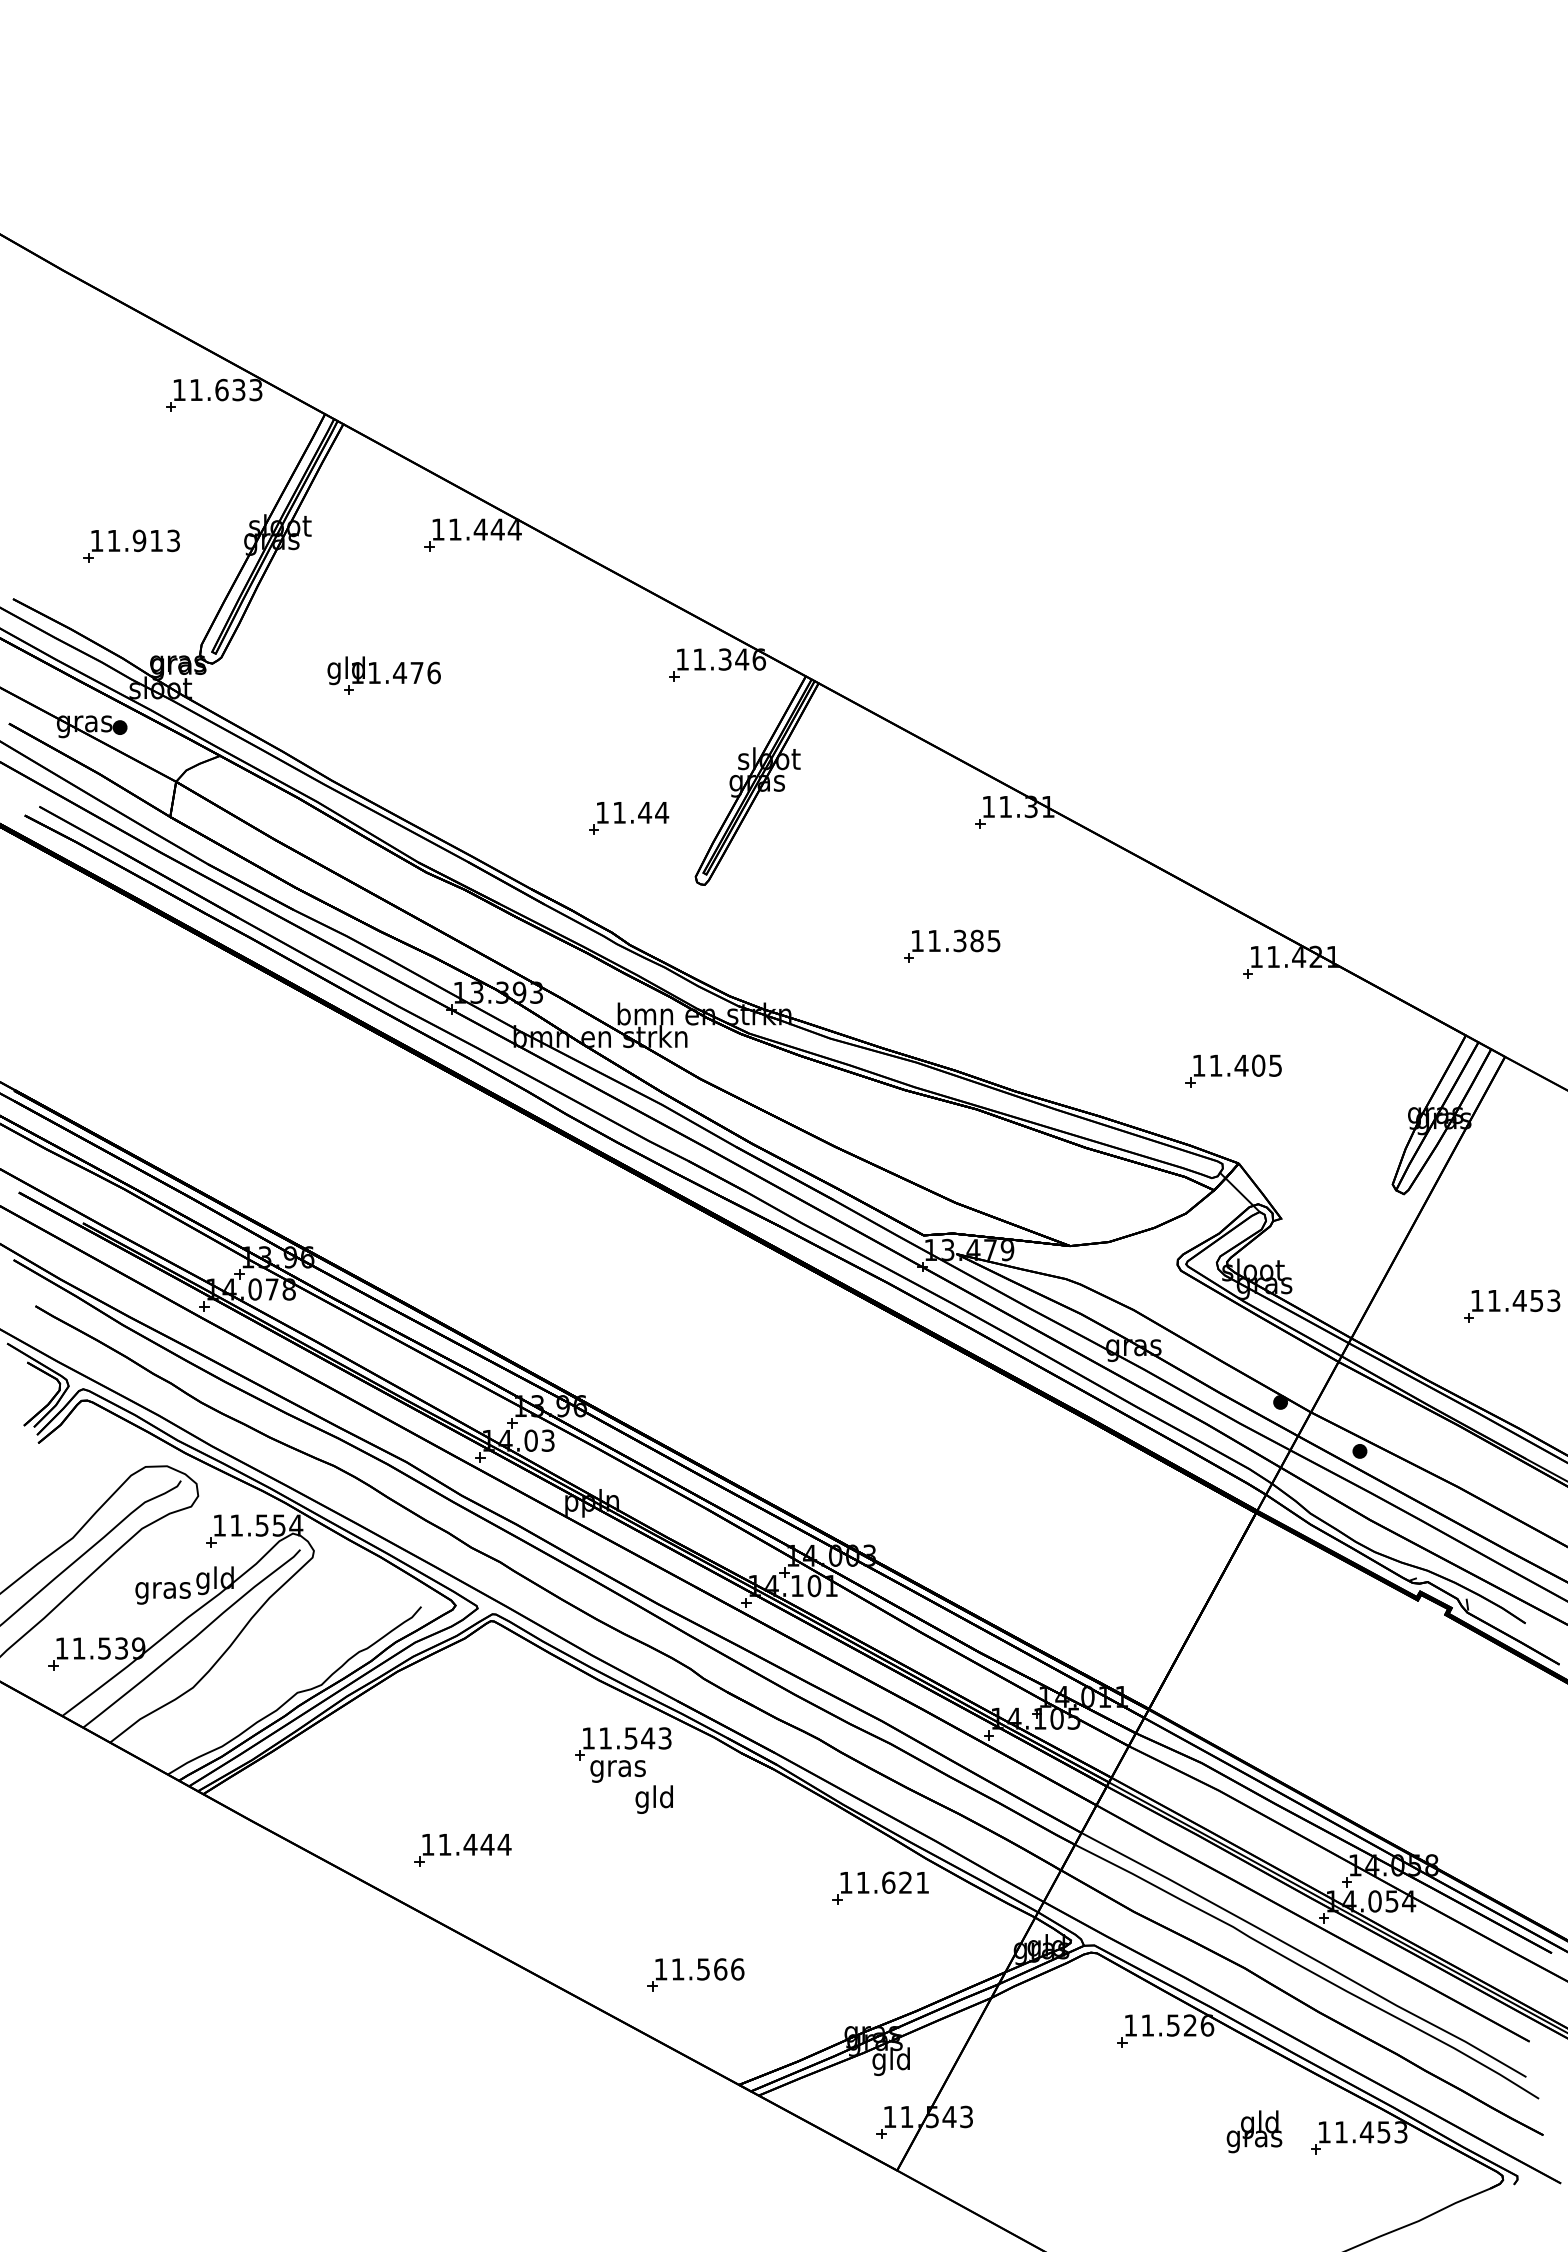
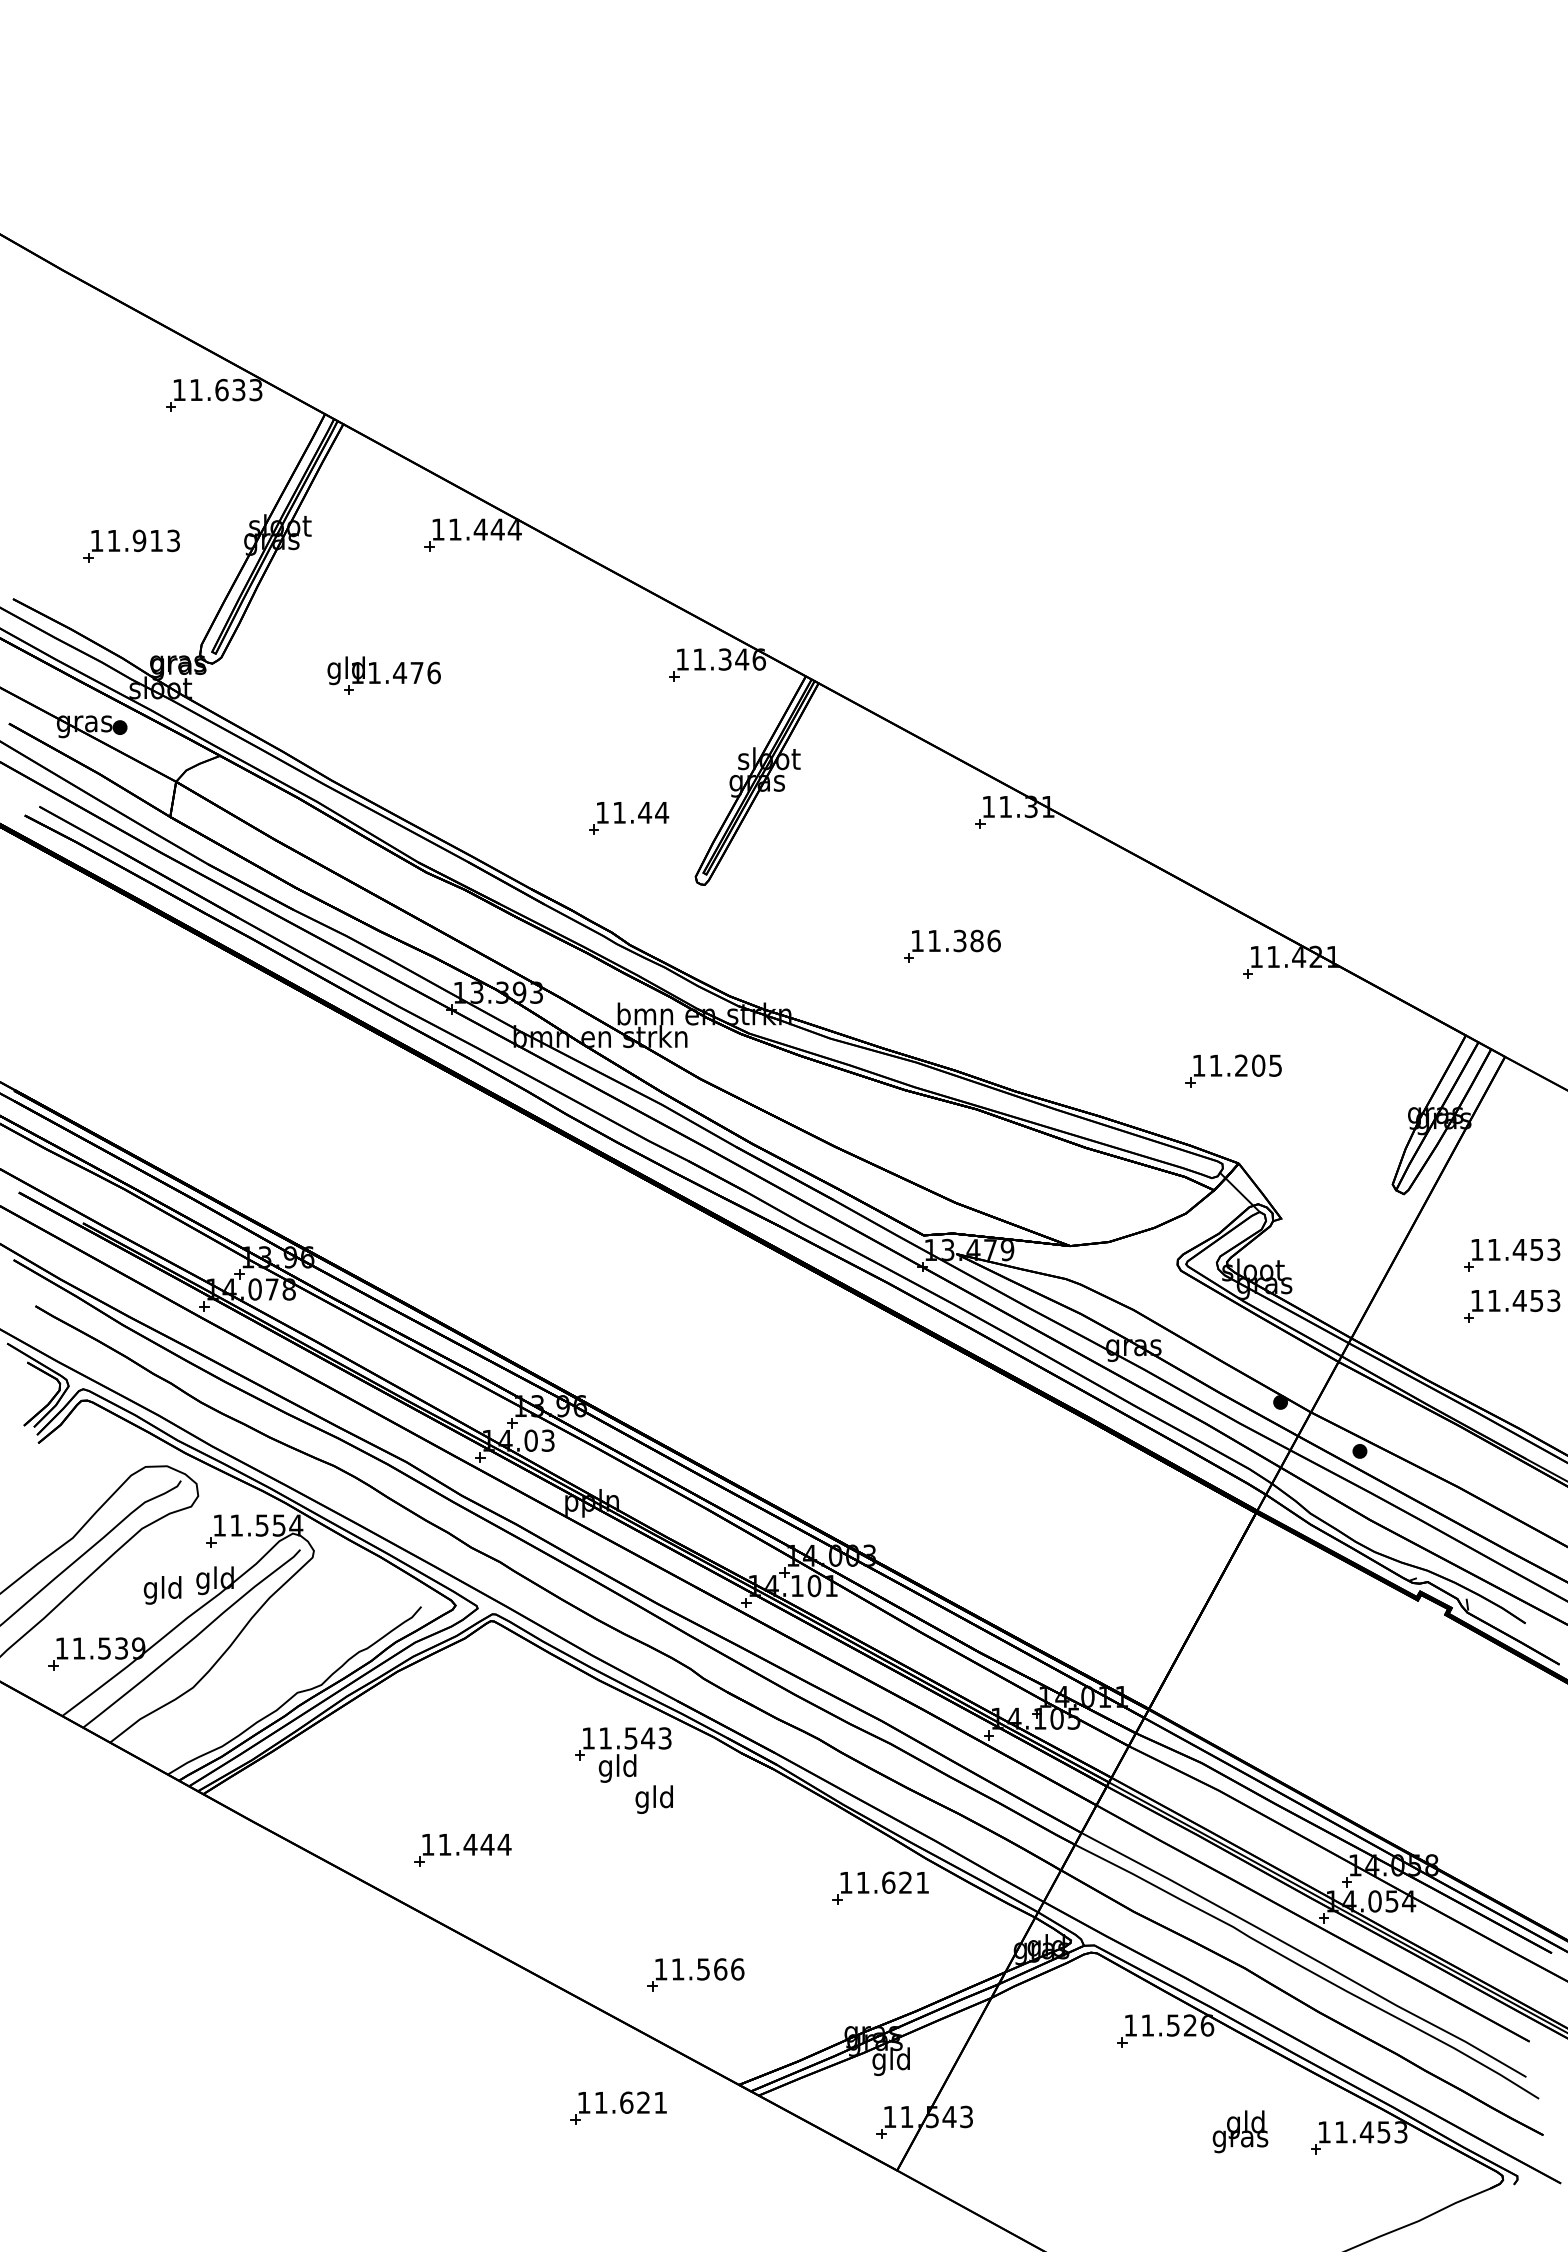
text at (993, 940): 11.385 -> 11.386
text at (1241, 1065): 11.405 -> 11.205
part at (1512, 1254): none -> present
text at (162, 1590): gras -> gld
text at (617, 1768): gras -> gld
part at (618, 2107): none -> present
text at (1254, 2131) position: (1254, 2131) -> (1240, 2131)
